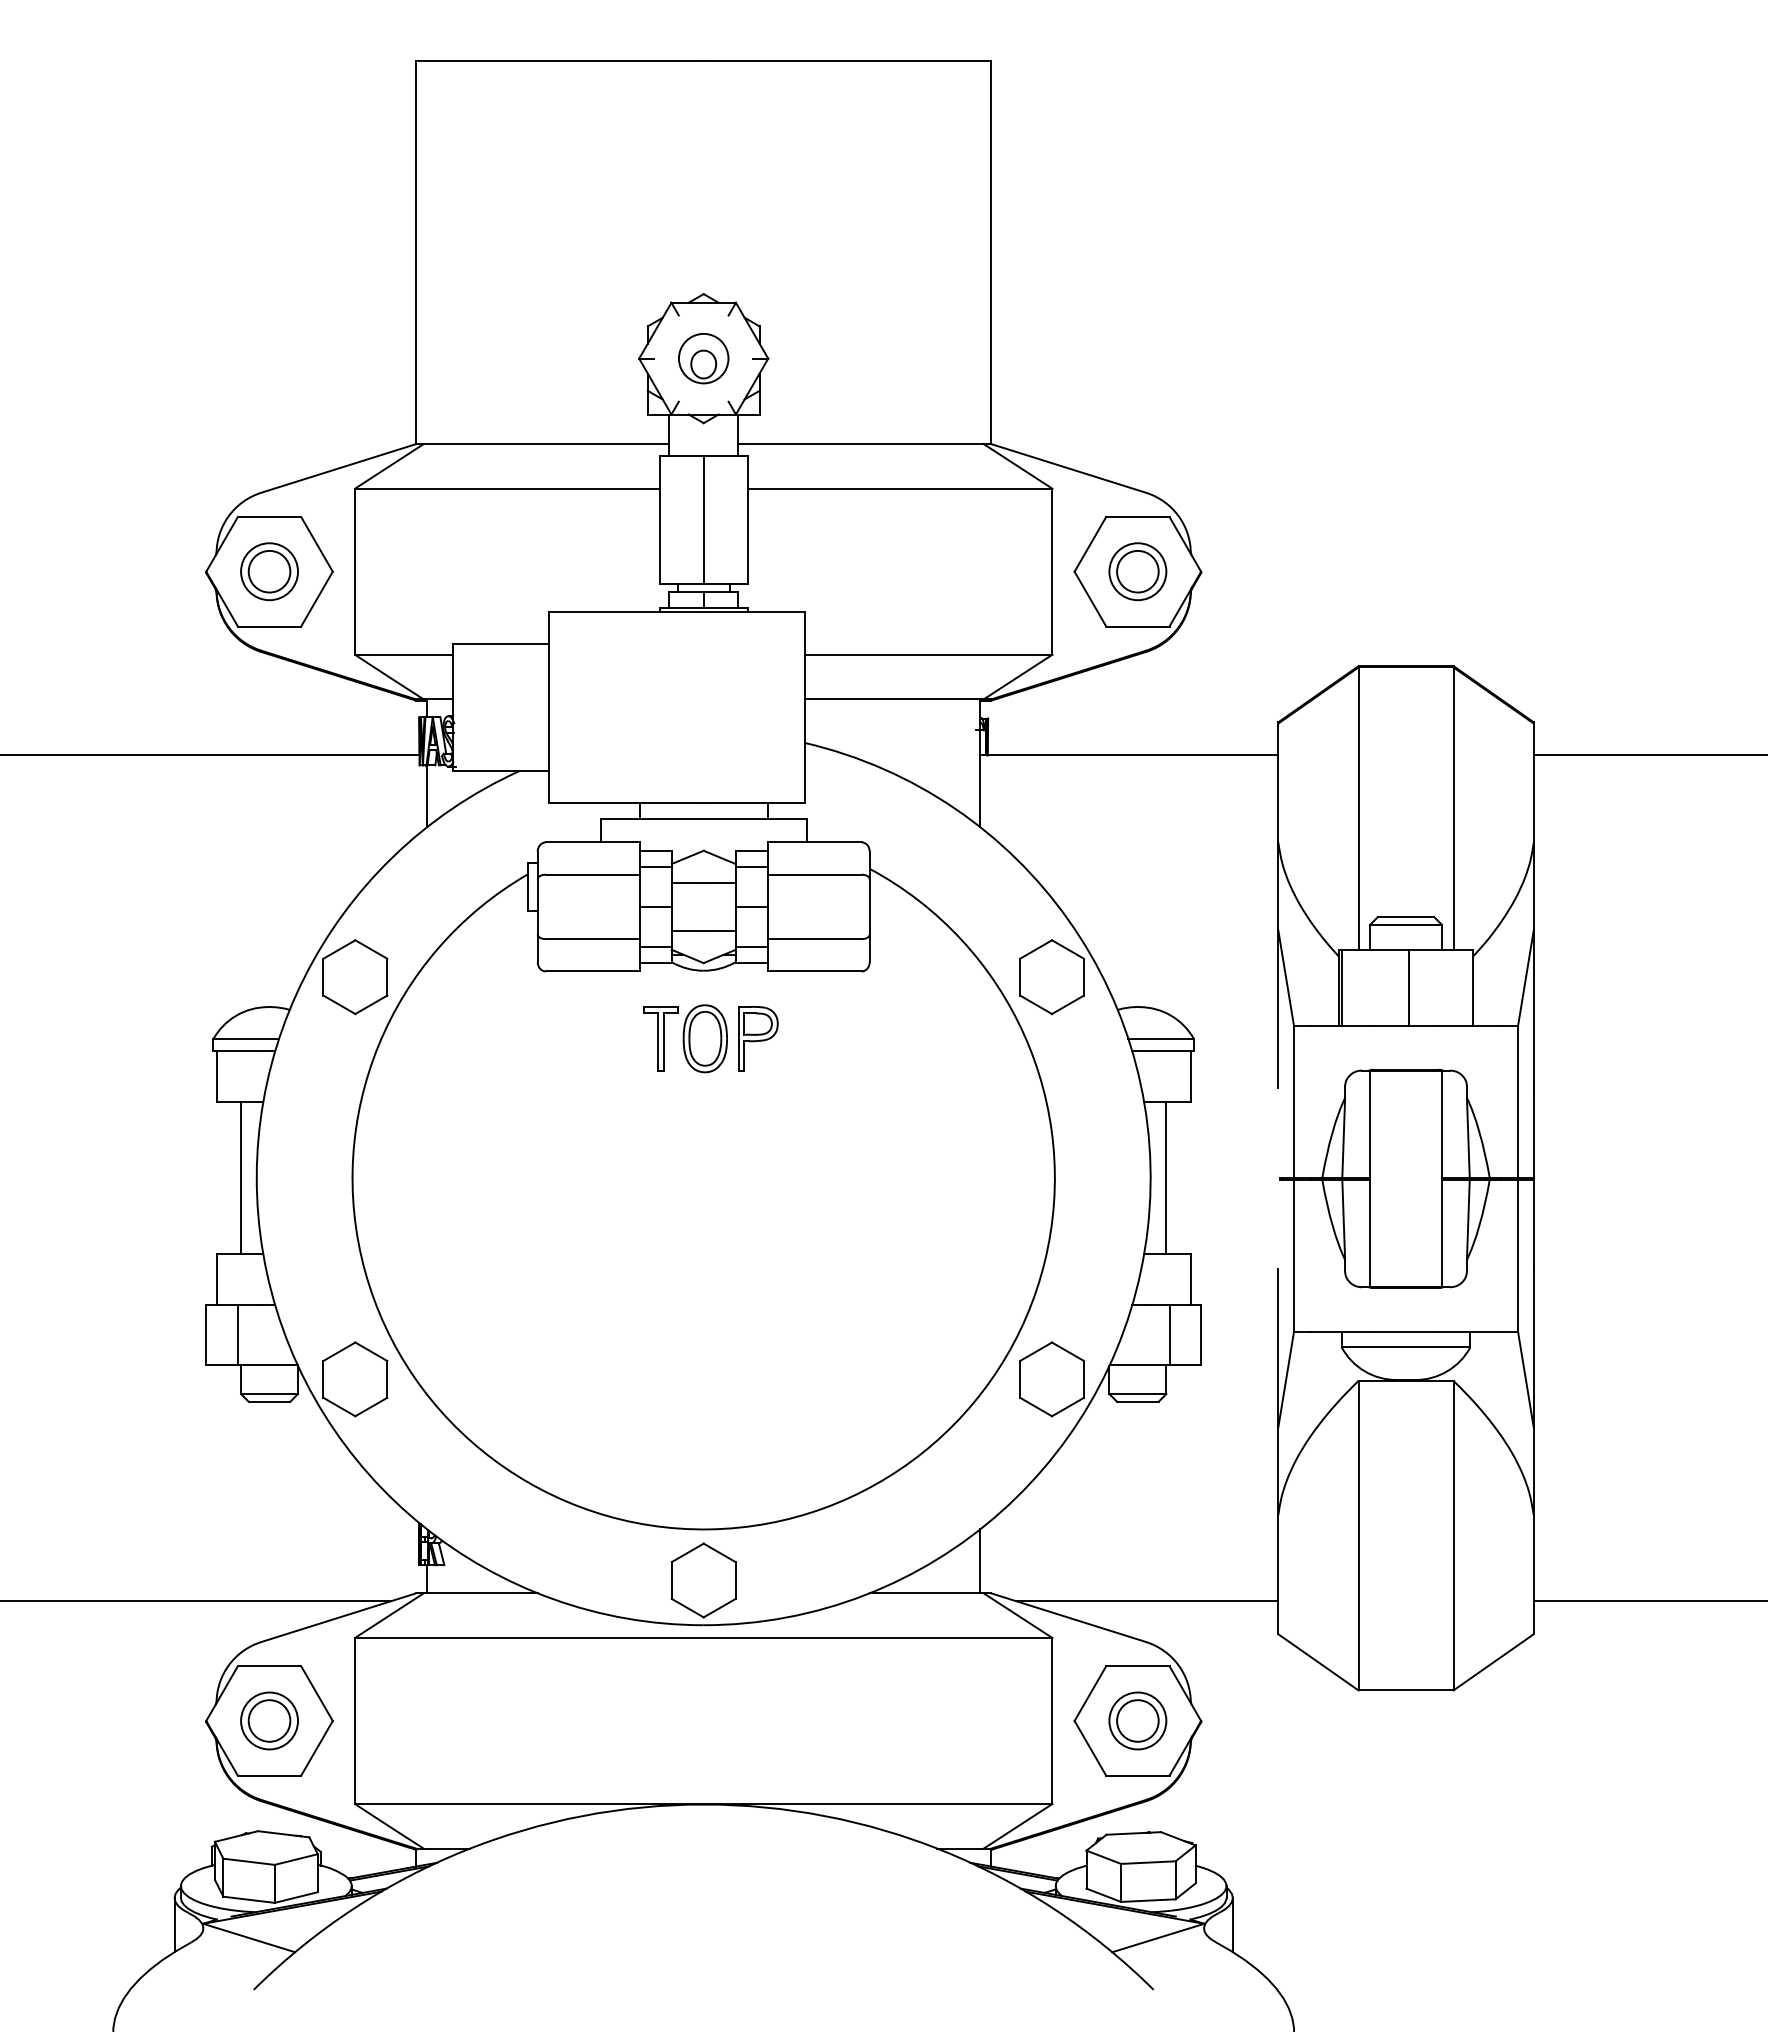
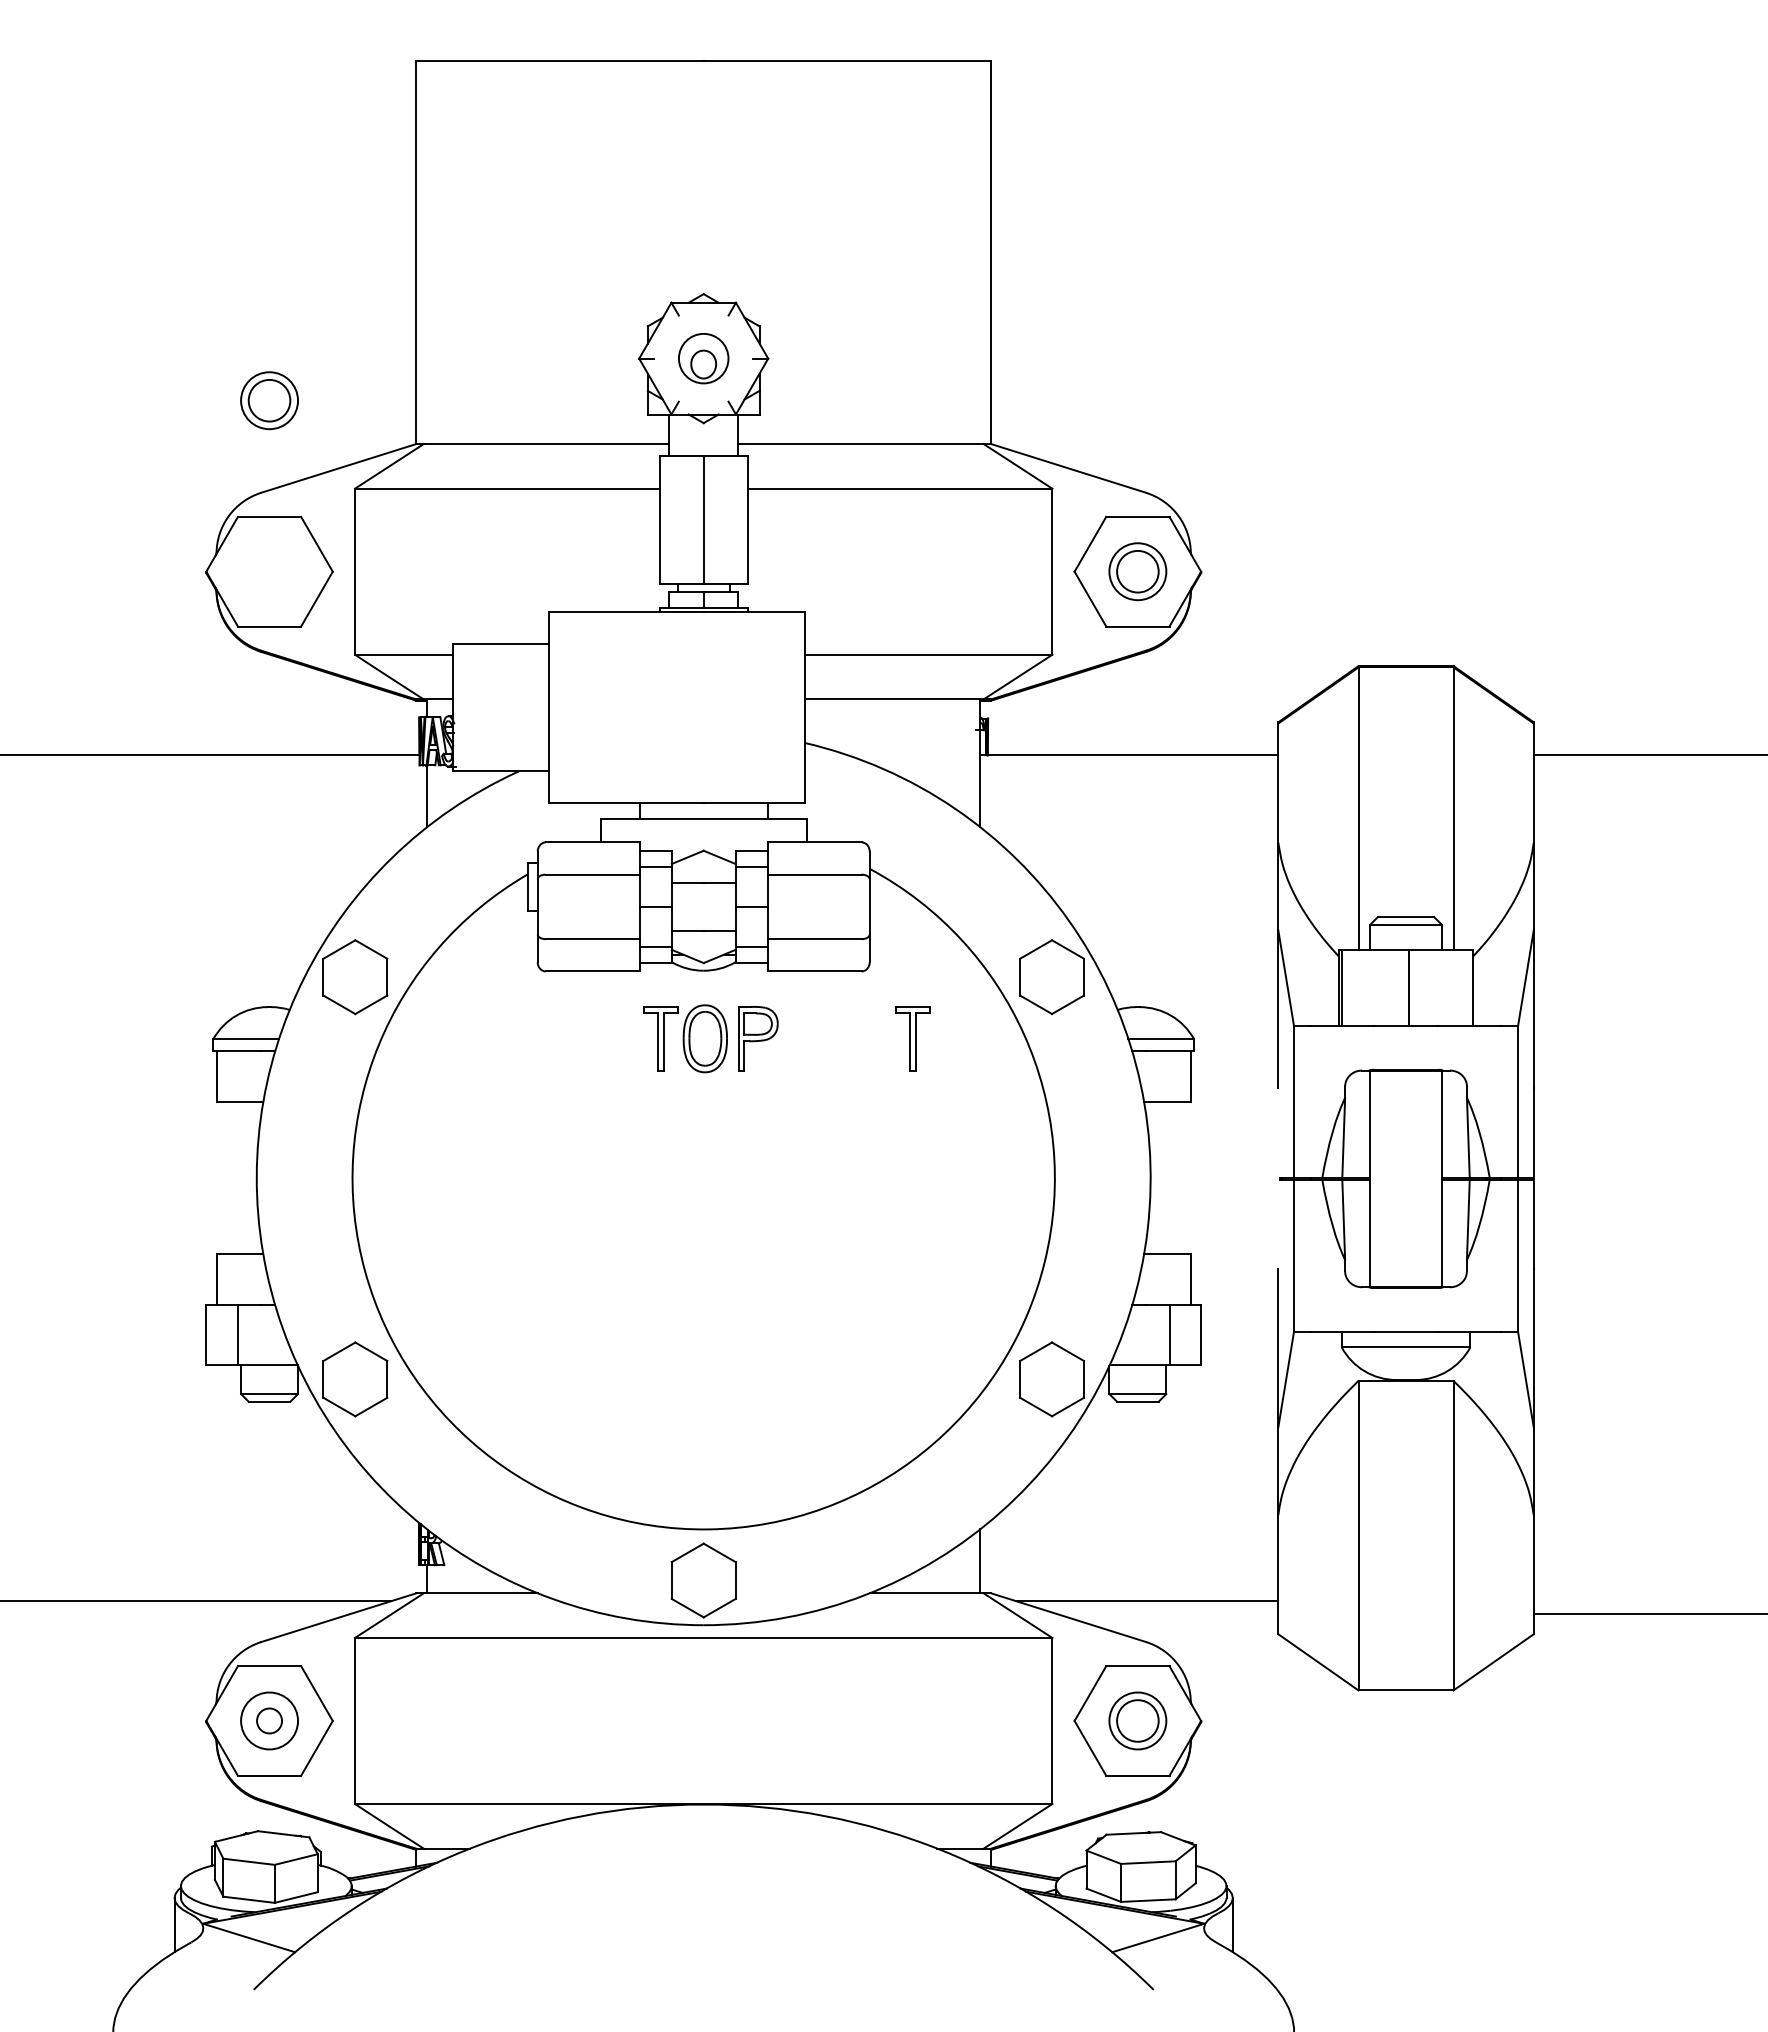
part at (269, 571) position: (269, 571) -> (269, 400)
part at (912, 1038): none -> present
line at (241, 1177): present -> none
line at (1166, 1177): present -> none
line at (1648, 1601) position: (1648, 1601) -> (1648, 1614)
circle at (269, 1720) diameter: 42 px -> 25 px
